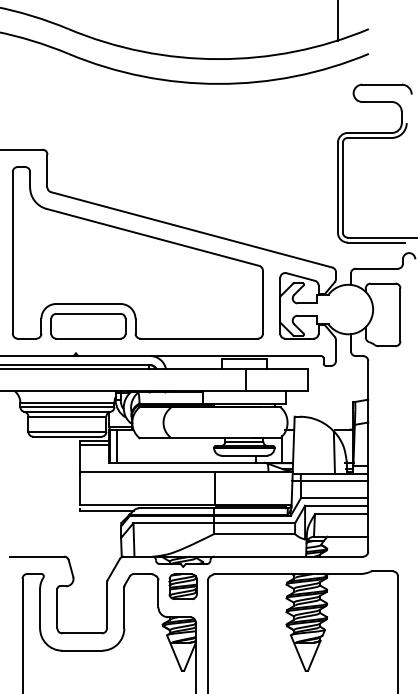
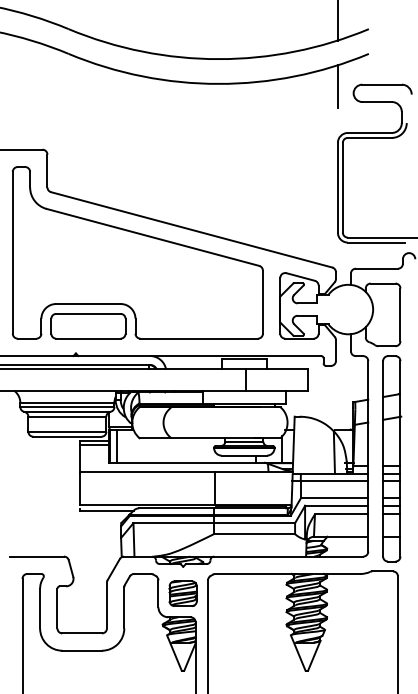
line at (337, 86): none -> present
part at (392, 458): none -> present
part at (182, 586) position: (182, 586) -> (182, 593)
